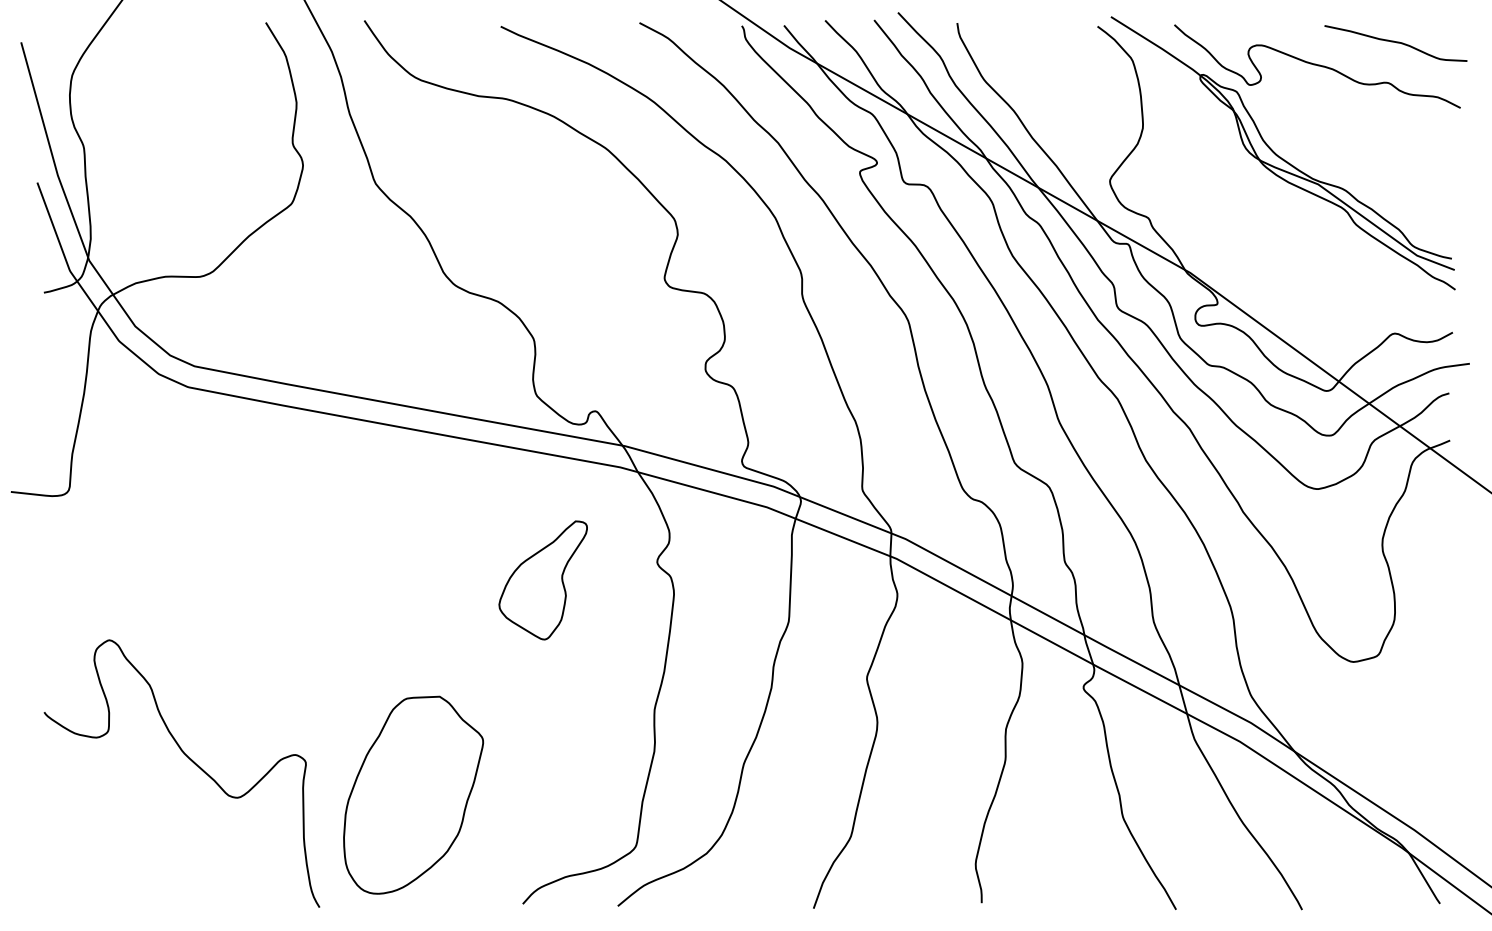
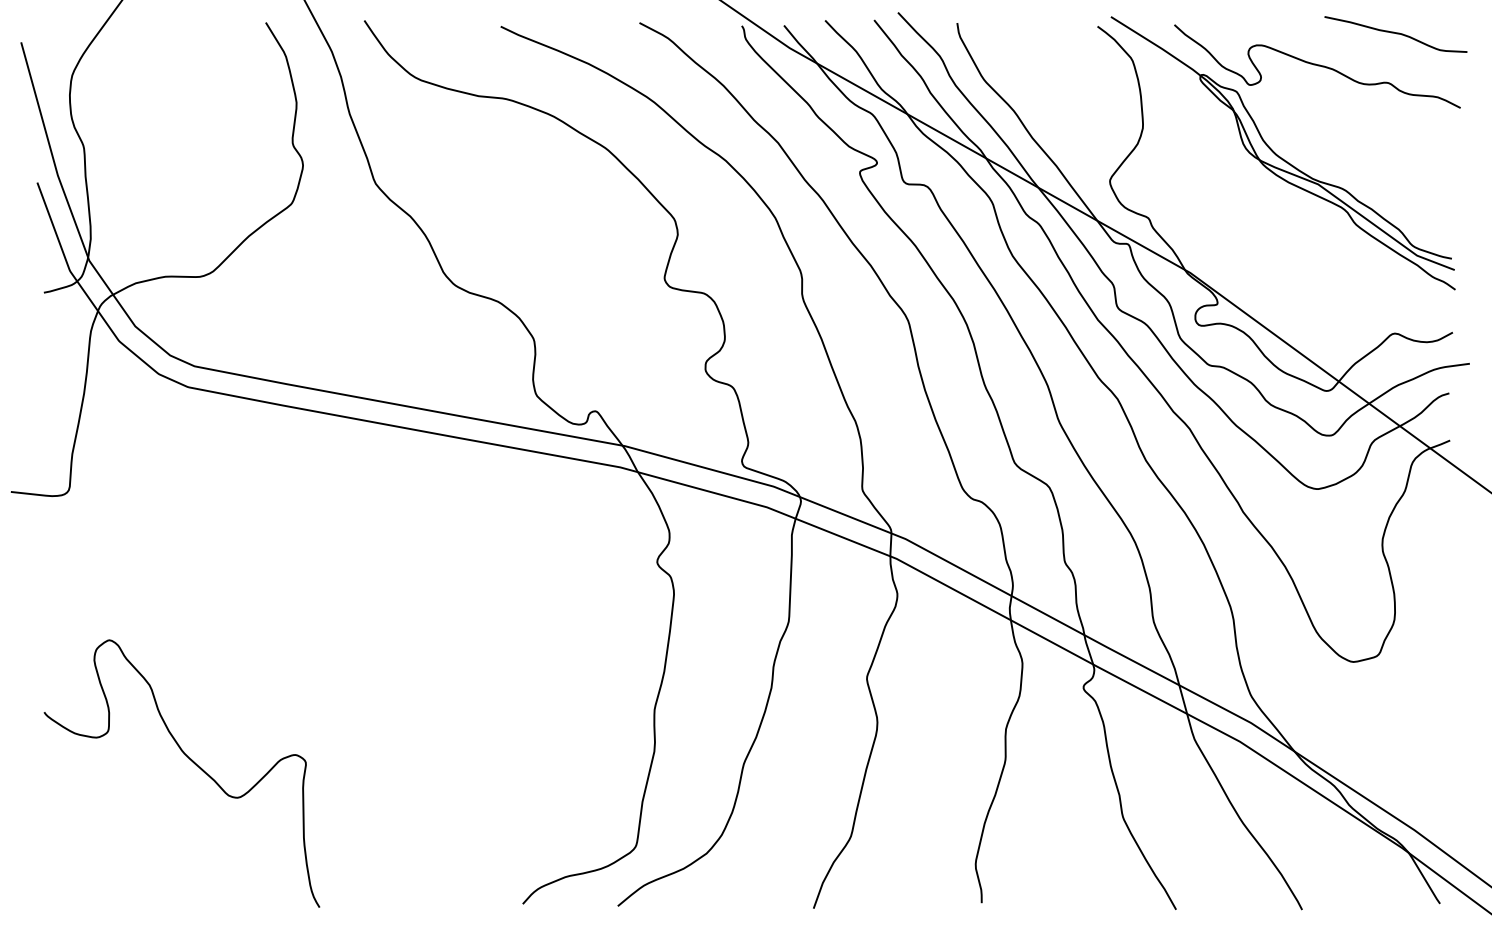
curve at (1395, 42) position: (1395, 42) -> (1395, 33)
part at (542, 580): present -> none
part at (413, 794): present -> none
